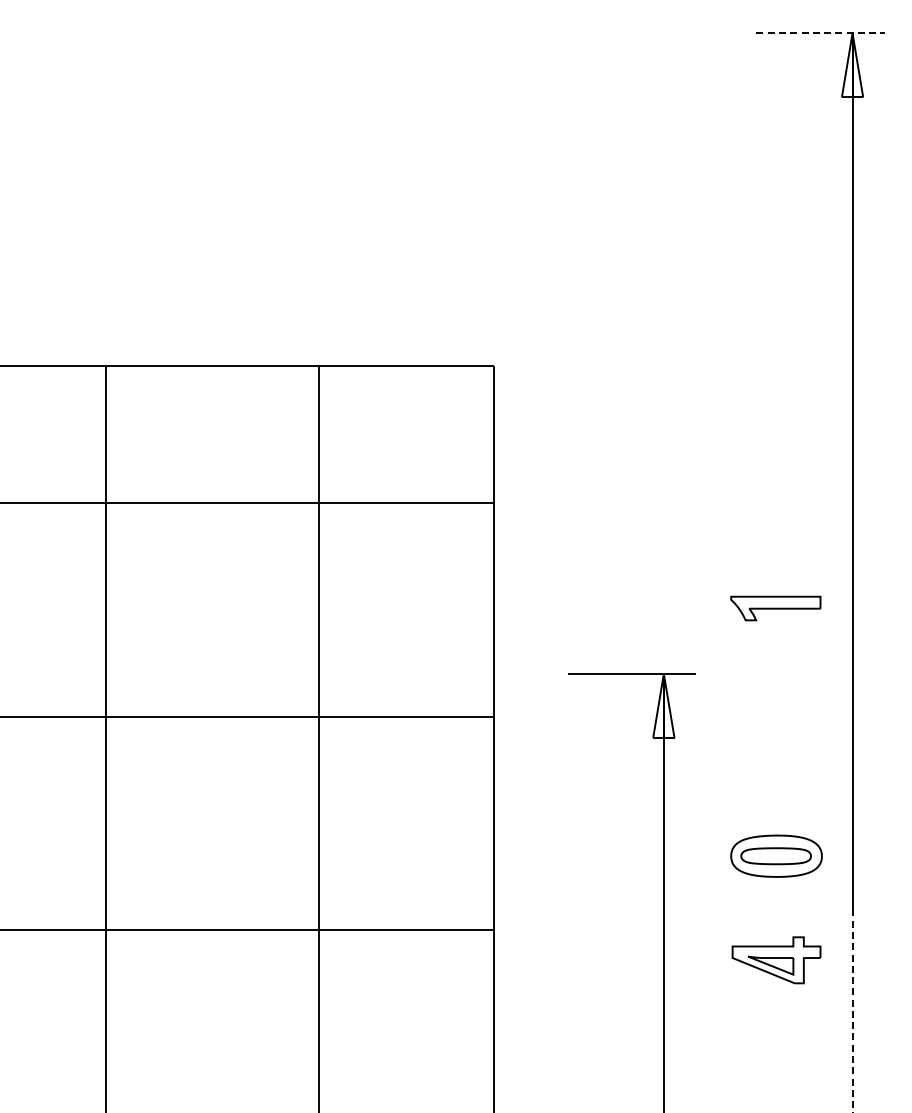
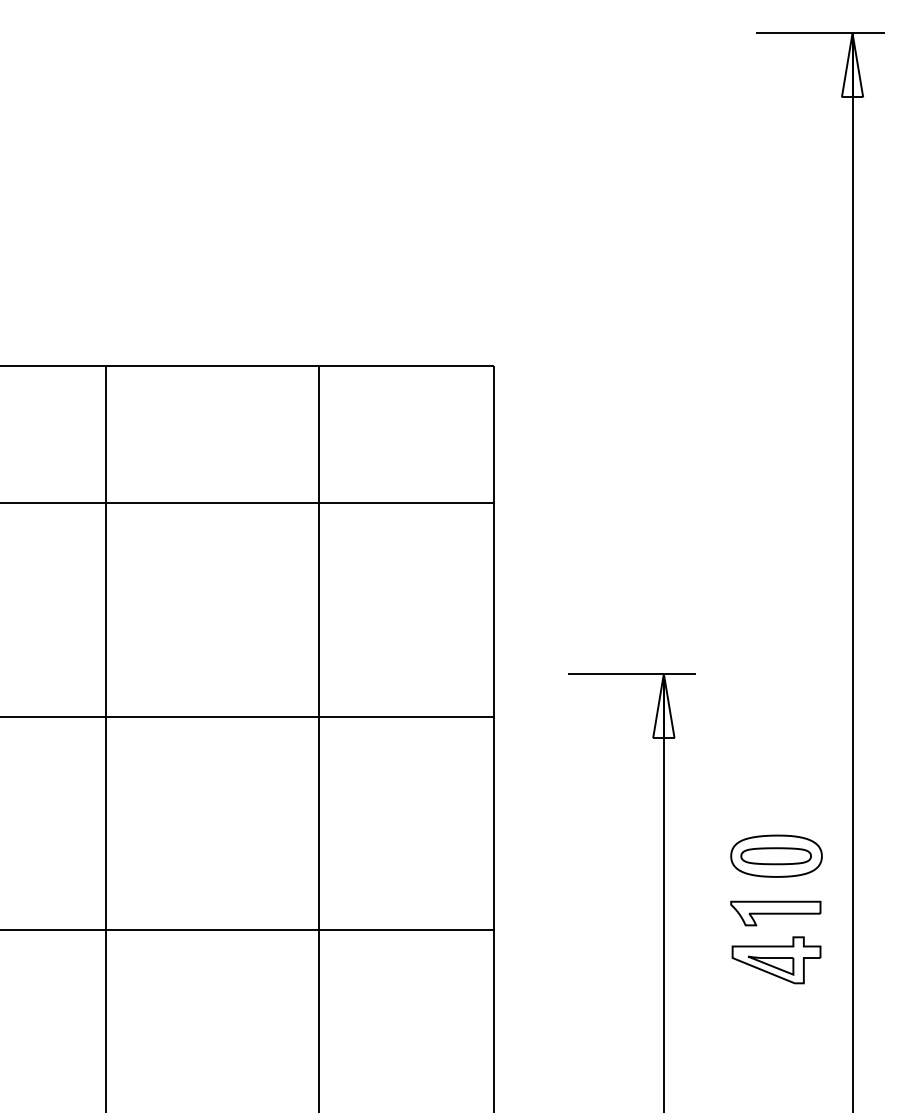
line at (821, 33): dashed -> solid
part at (775, 608) position: (775, 608) -> (775, 913)
line at (852, 1010): dashed -> solid
